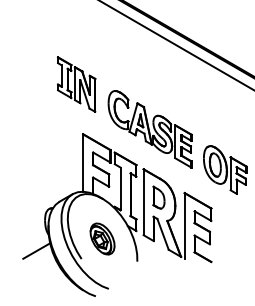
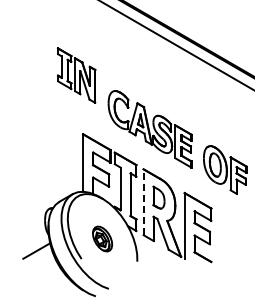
part at (76, 84) position: (76, 84) -> (76, 75)
line at (143, 202): solid -> dashed
part at (102, 238) size: 27x34 px -> 22x28 px
